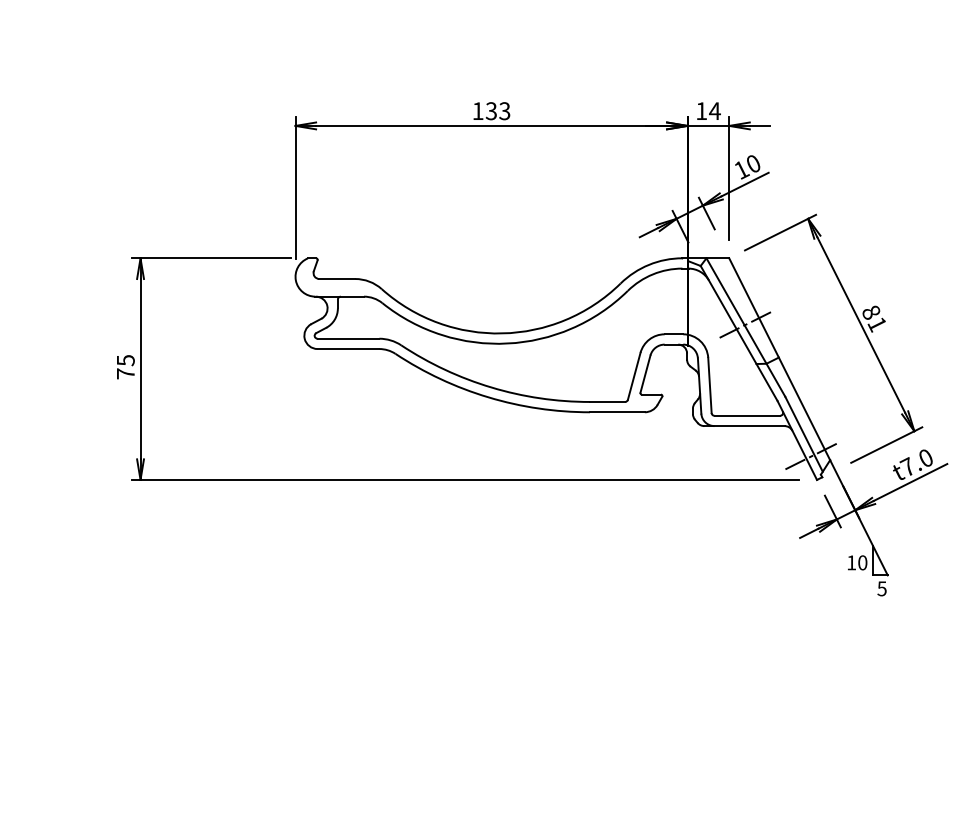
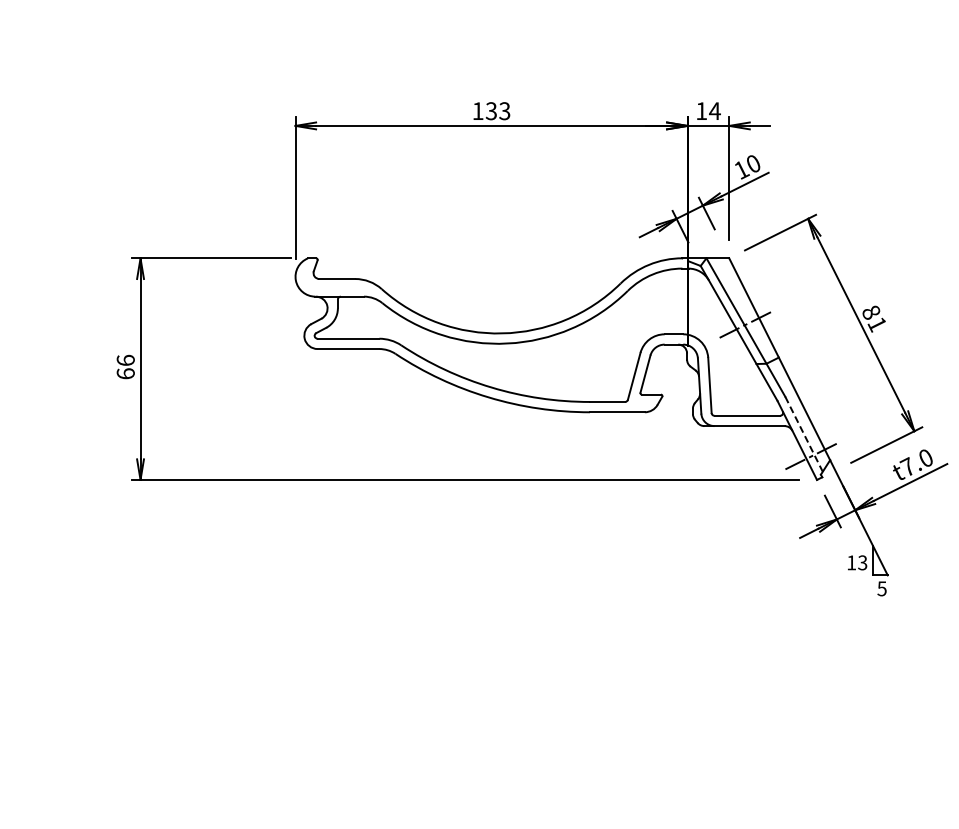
text at (125, 366): 75 -> 66
line at (804, 434): solid -> dashed
text at (862, 562): 10 -> 13
